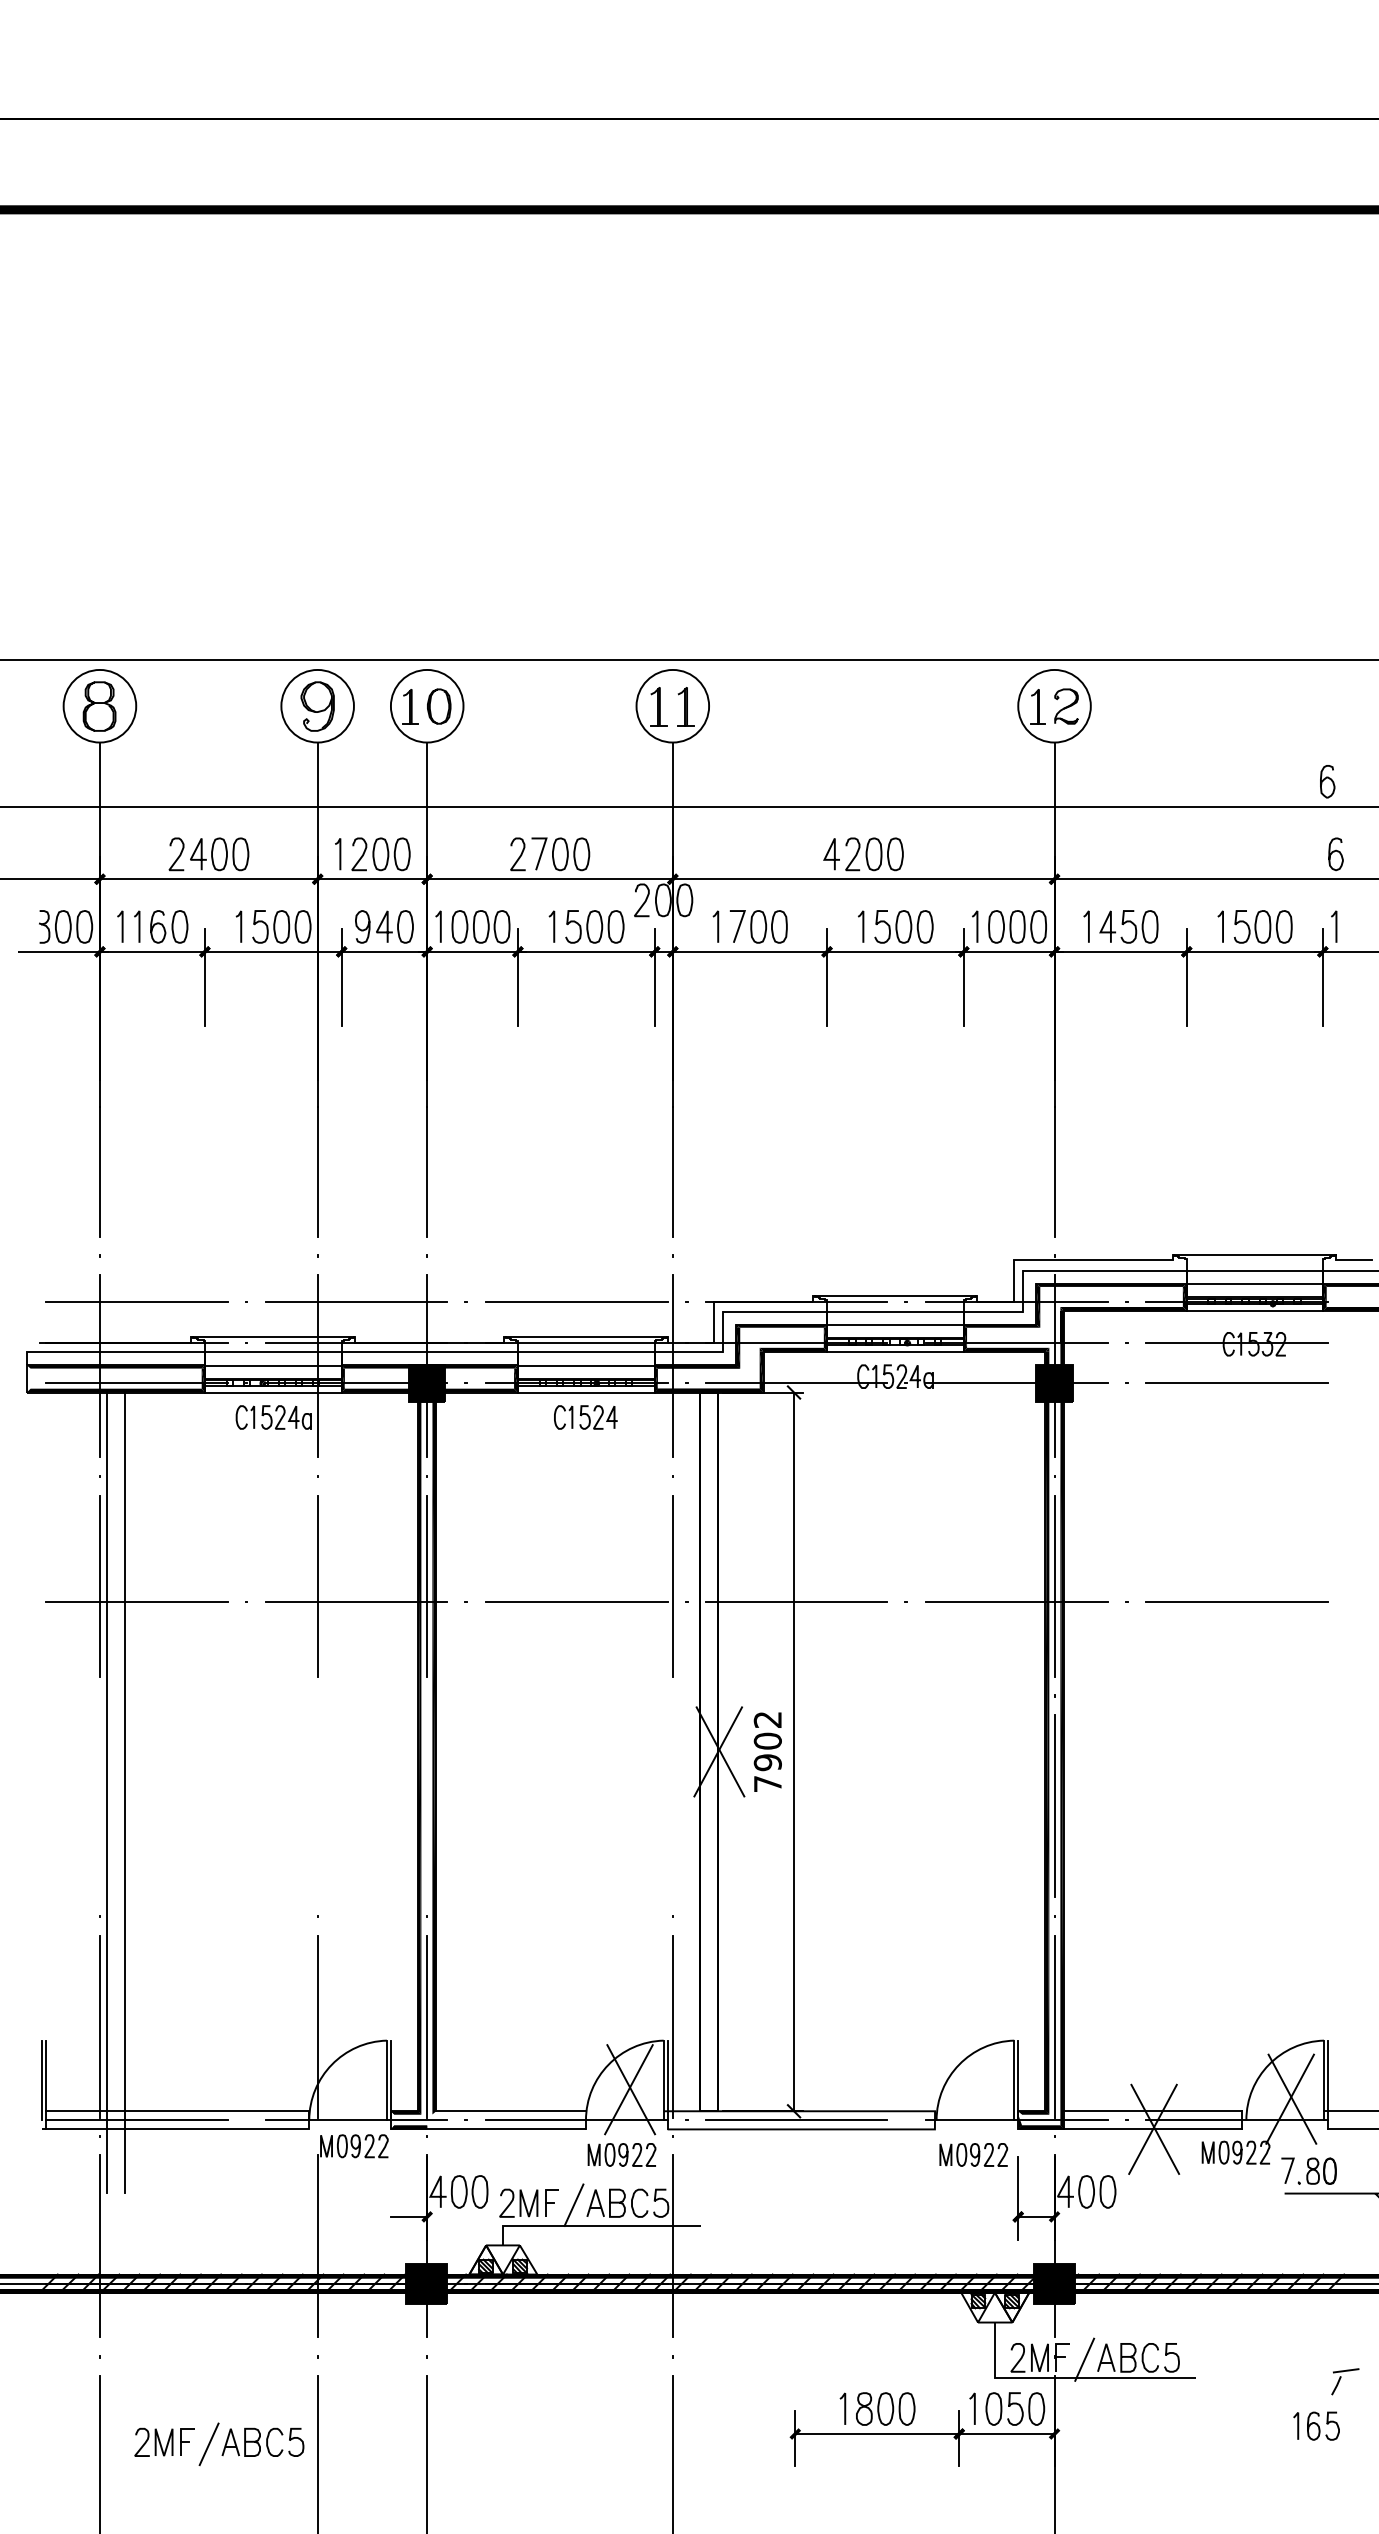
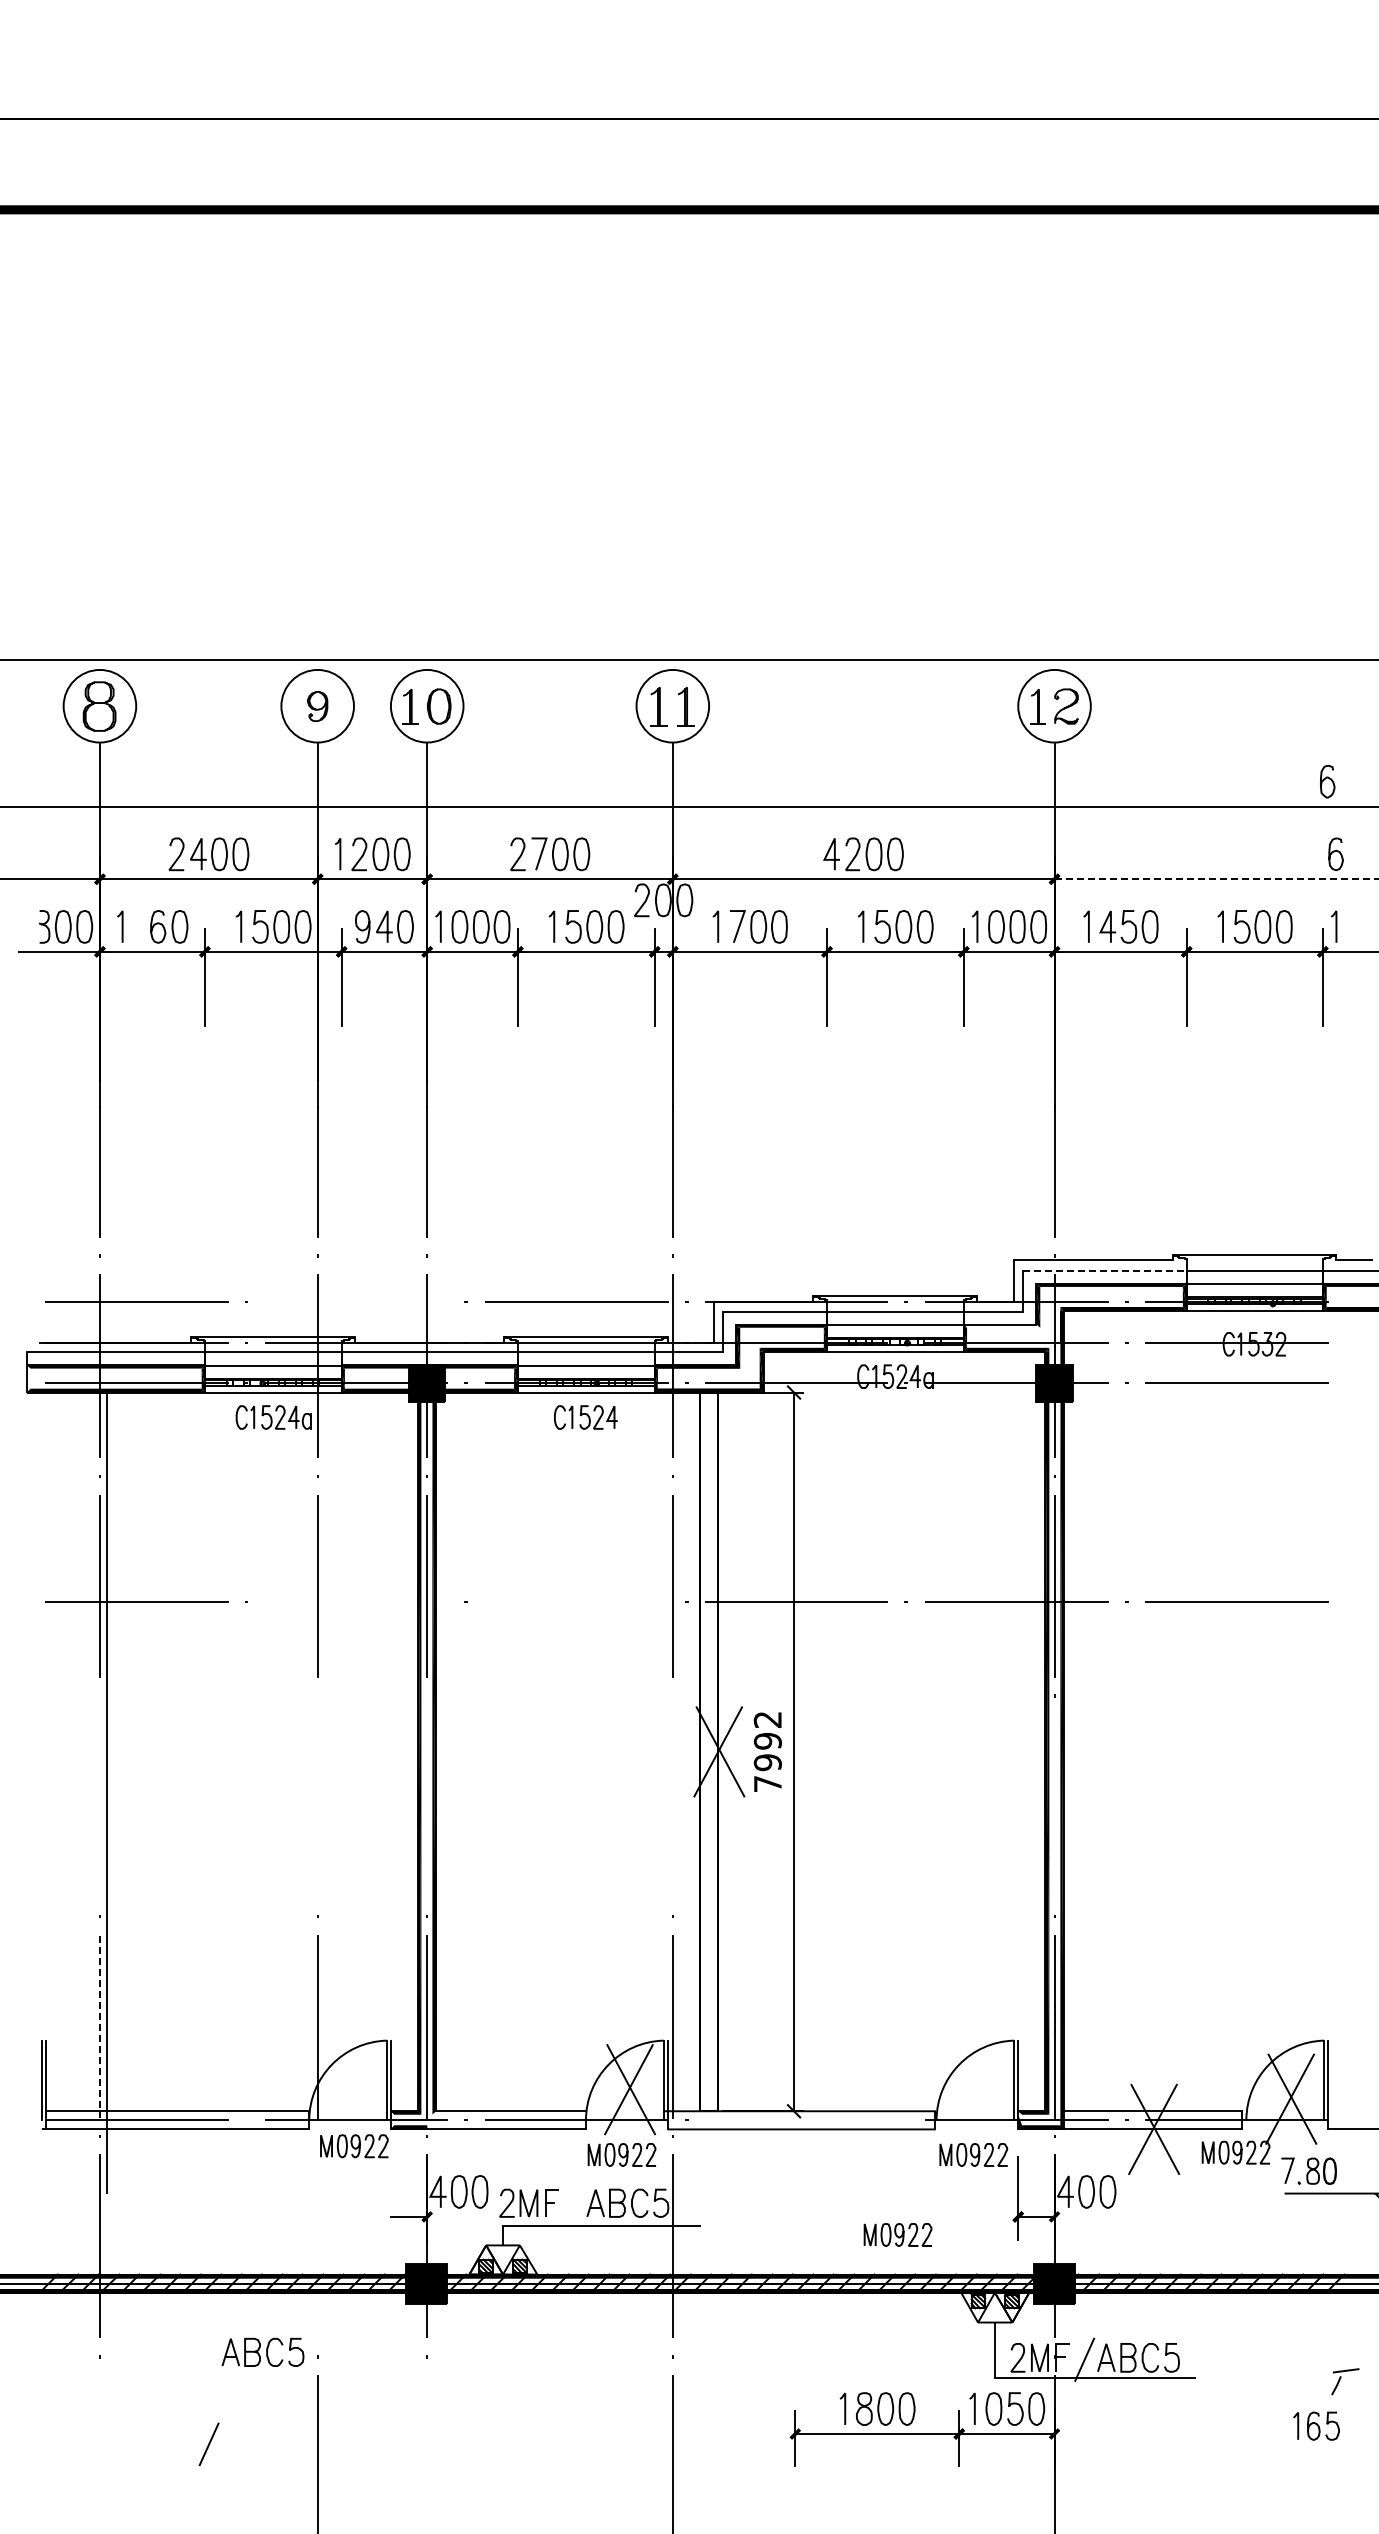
part at (317, 706) size: 35x51 px -> 22x31 px
line at (1216, 879): solid -> dashed
line at (138, 926): present -> none
line at (1112, 1270): solid -> dashed
line at (356, 1301): present -> none
fill at (1001, 1325): present -> none
line at (356, 1601): present -> none
line at (576, 1601): present -> none
text at (767, 1740): 7902 -> 7992
line at (124, 1792): present -> none
line at (1054, 1806): present -> none
line at (99, 2027): solid -> dashed
line at (1349, 2111): present -> none
line at (796, 2120): present -> none
line at (573, 2204): present -> none
part at (897, 2234): none -> present
line at (317, 2246): present -> none
part at (164, 2441): present -> none
part at (262, 2441) position: (262, 2441) -> (262, 2351)
line at (99, 2452): present -> none
line at (427, 2452): present -> none
